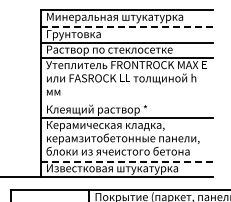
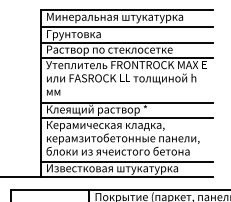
line at (127, 27): dashed -> solid
line at (126, 102): none -> present
line at (127, 161): dashed -> solid
